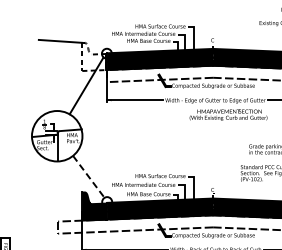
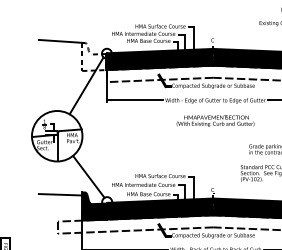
text at (228, 114) position: (228, 114) -> (215, 120)
line at (89, 177): dashed -> solid
line at (60, 194): none -> present
